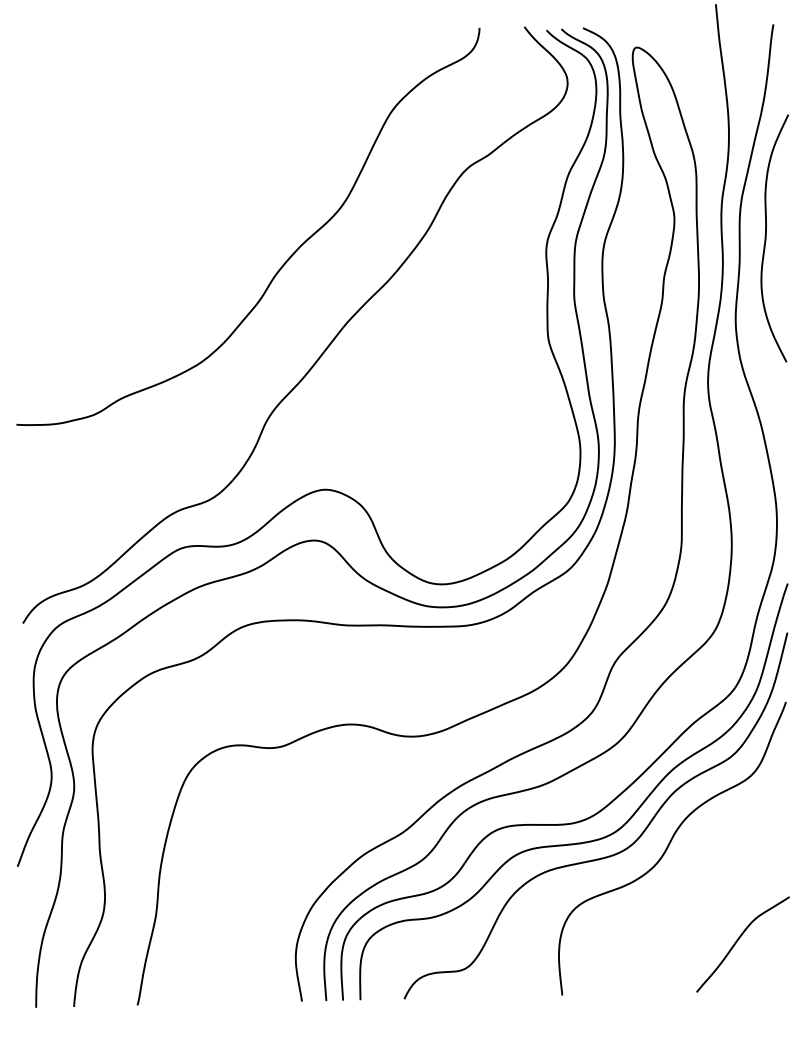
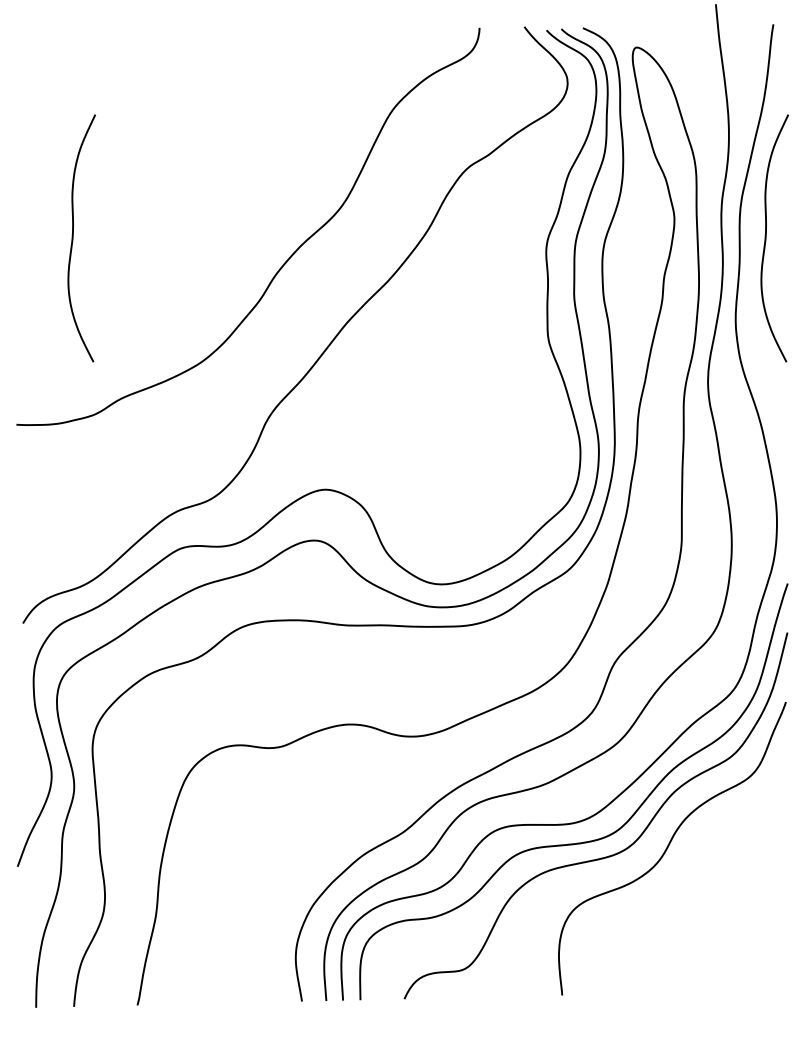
curve at (73, 238): none -> present
curve at (737, 942): present -> none
